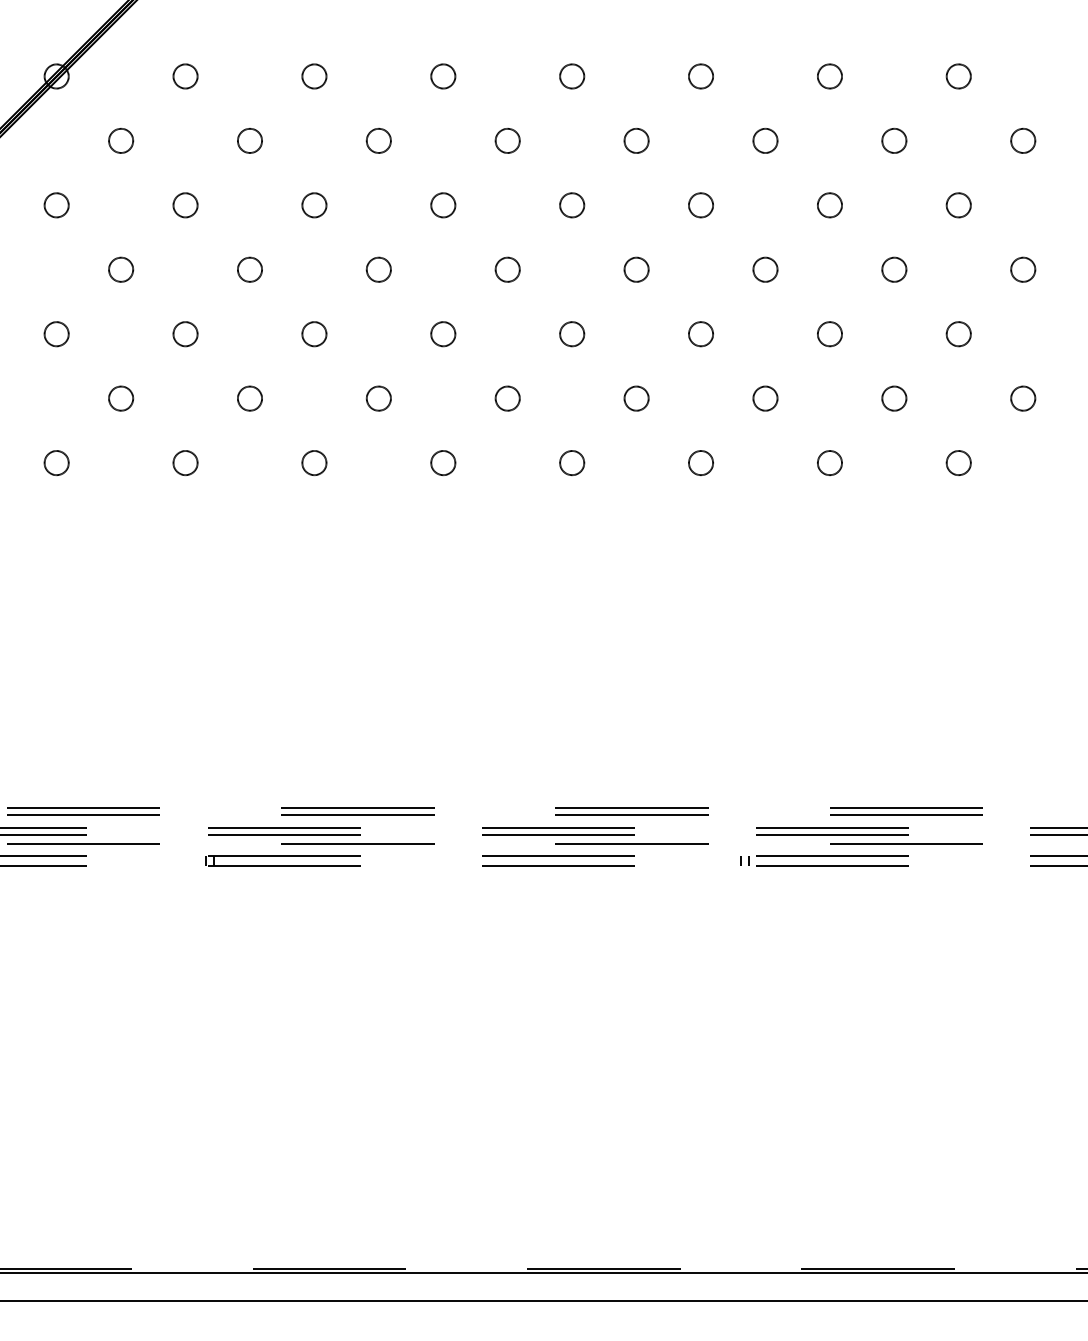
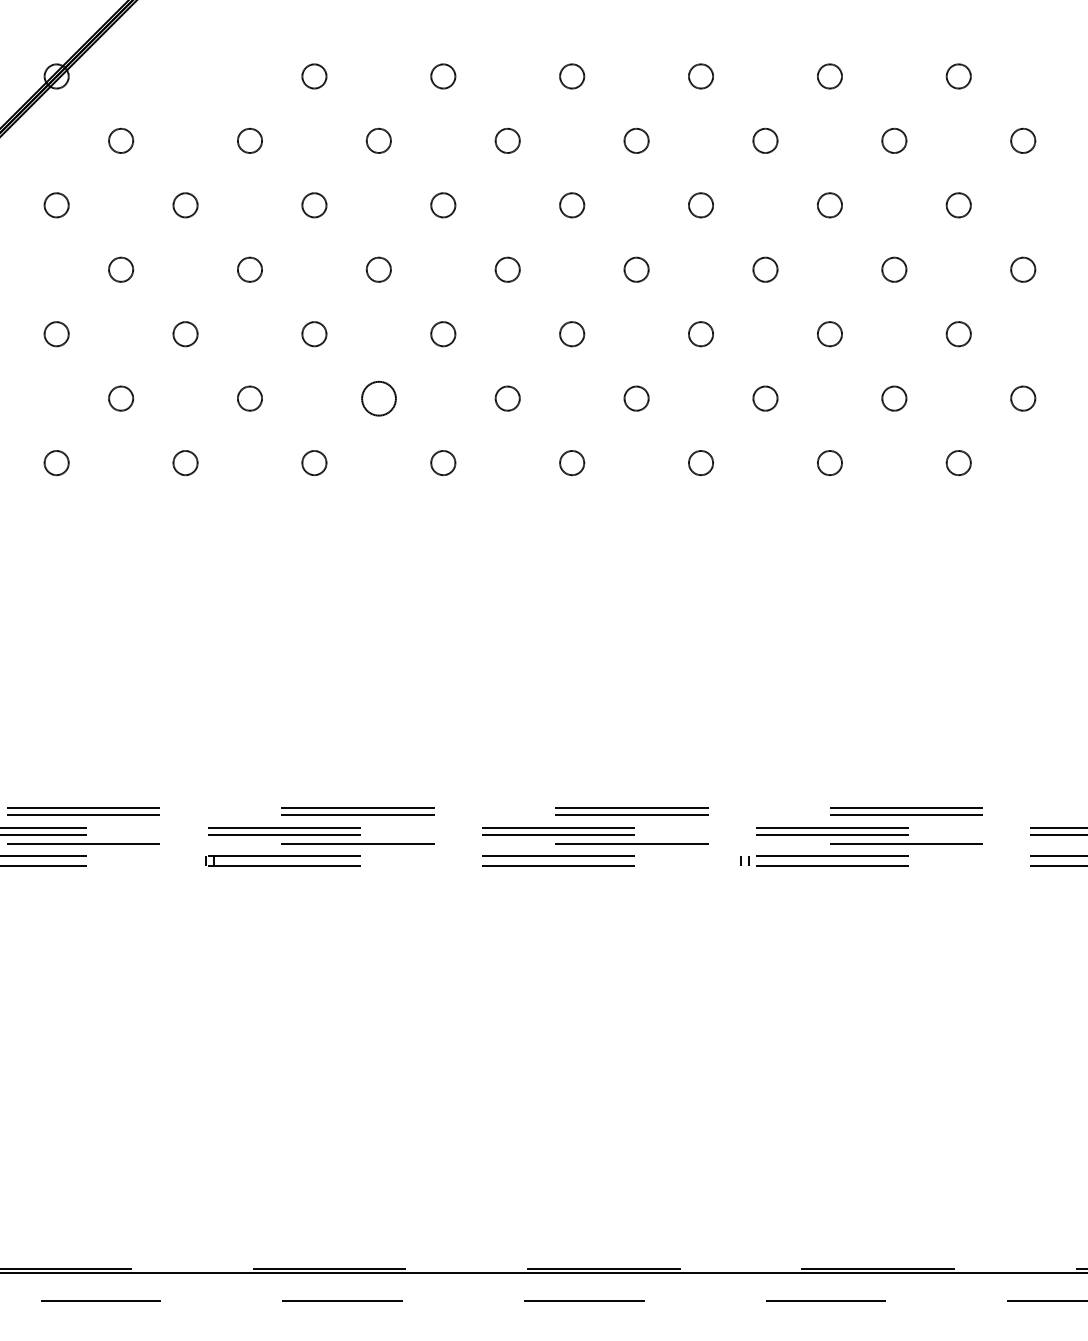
circle at (185, 76): present -> none
circle at (378, 398) size: 27x27 px -> 36x37 px
line at (544, 1300): solid -> dashed
